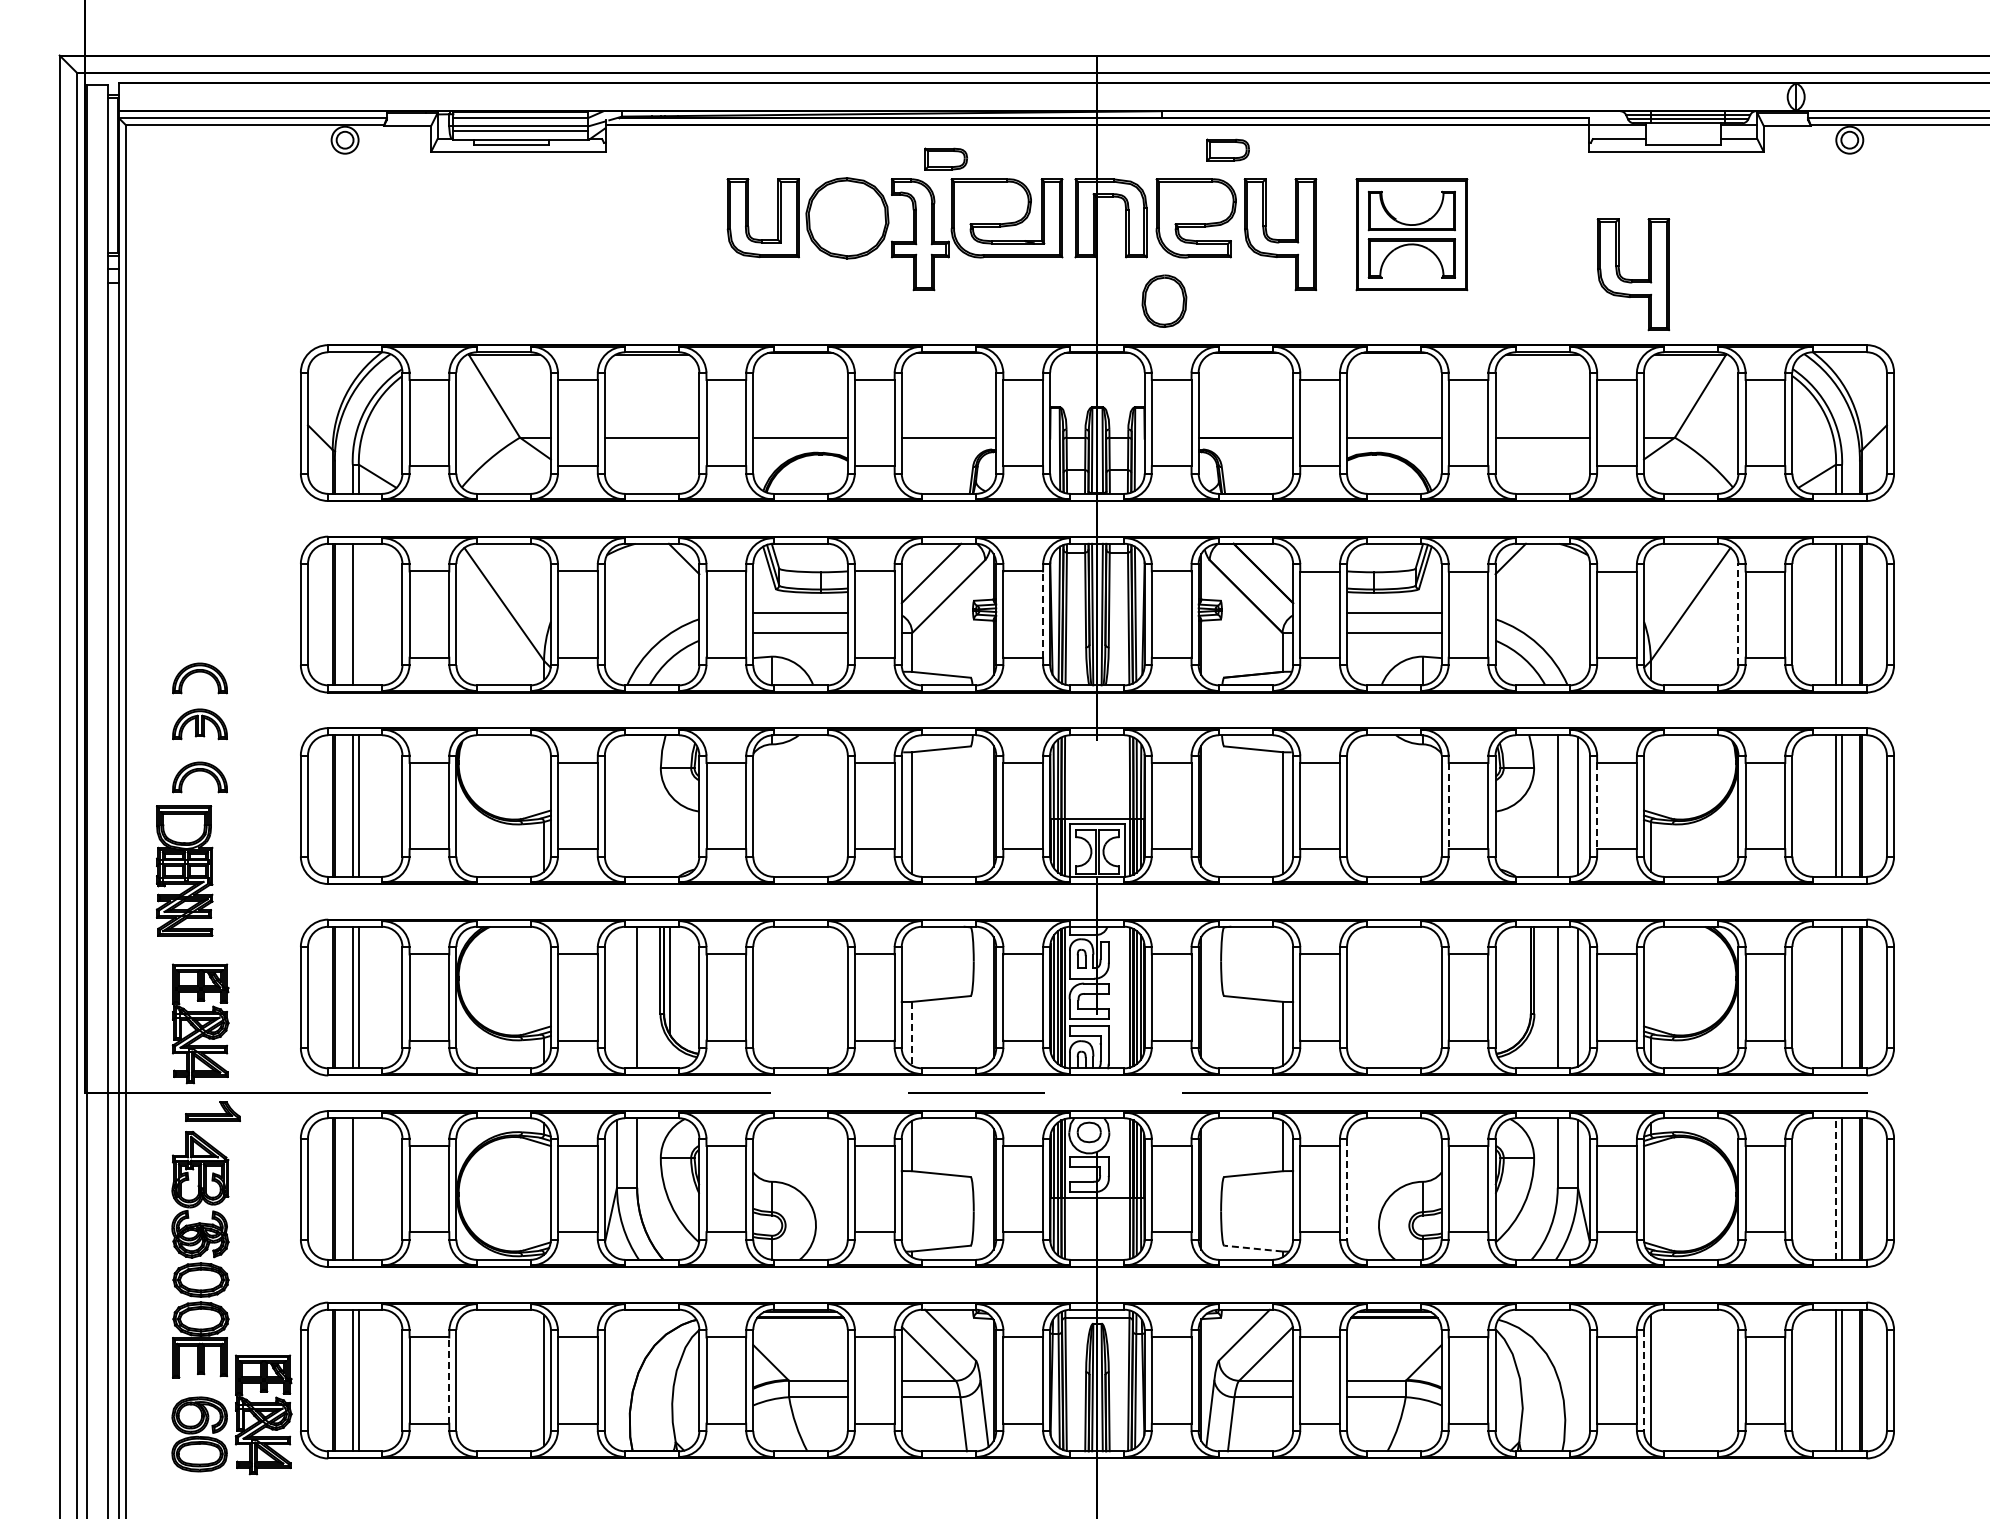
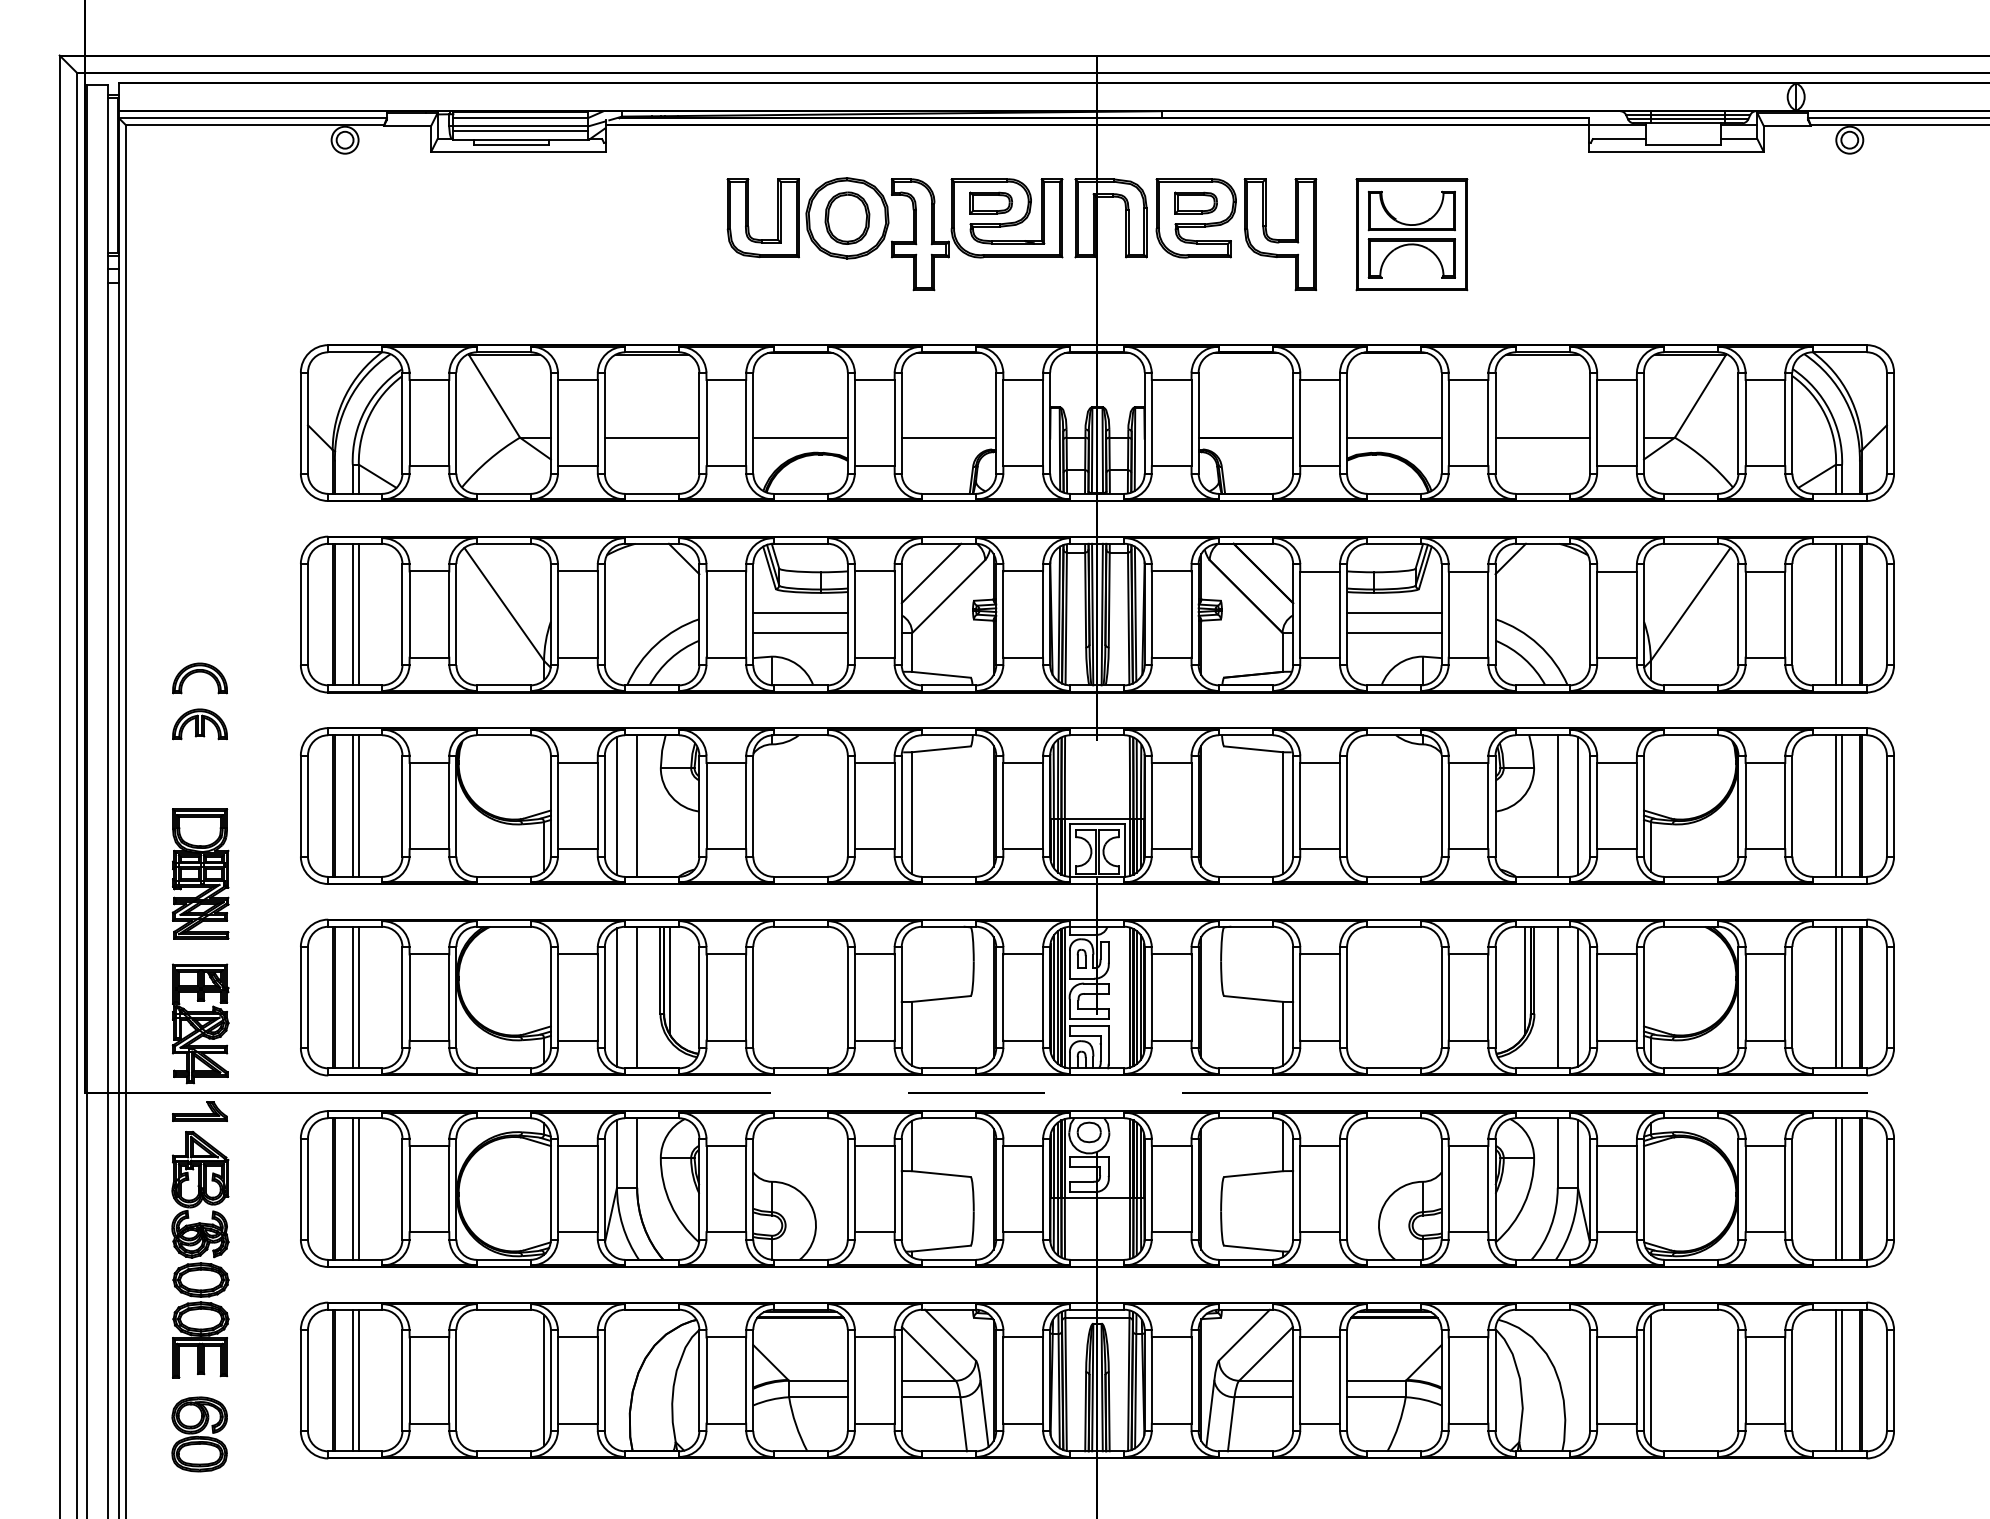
part at (1227, 149) position: (1227, 149) -> (1195, 202)
part at (945, 158) position: (945, 158) -> (990, 202)
part at (1633, 274): present -> none
part at (1164, 300) position: (1164, 300) -> (847, 217)
line at (358, 614): none -> present
line at (1043, 614): dashed -> solid
line at (1738, 614): dashed -> solid
part at (199, 777): present -> none
line at (637, 805): none -> present
line at (617, 806): none -> present
line at (1448, 806): dashed -> solid
line at (1597, 806): dashed -> solid
part at (184, 870) position: (184, 870) -> (200, 873)
line at (1524, 980): none -> present
line at (617, 997): none -> present
line at (1836, 997): none -> present
line at (912, 1033): dashed -> solid
part at (212, 1111) position: (212, 1111) -> (199, 1111)
line at (358, 1188): none -> present
line at (1347, 1189): dashed -> solid
line at (1836, 1189): dashed -> solid
line at (1252, 1248): dashed -> solid
line at (449, 1380): dashed -> solid
line at (1643, 1380): dashed -> solid
part at (263, 1414): present -> none
